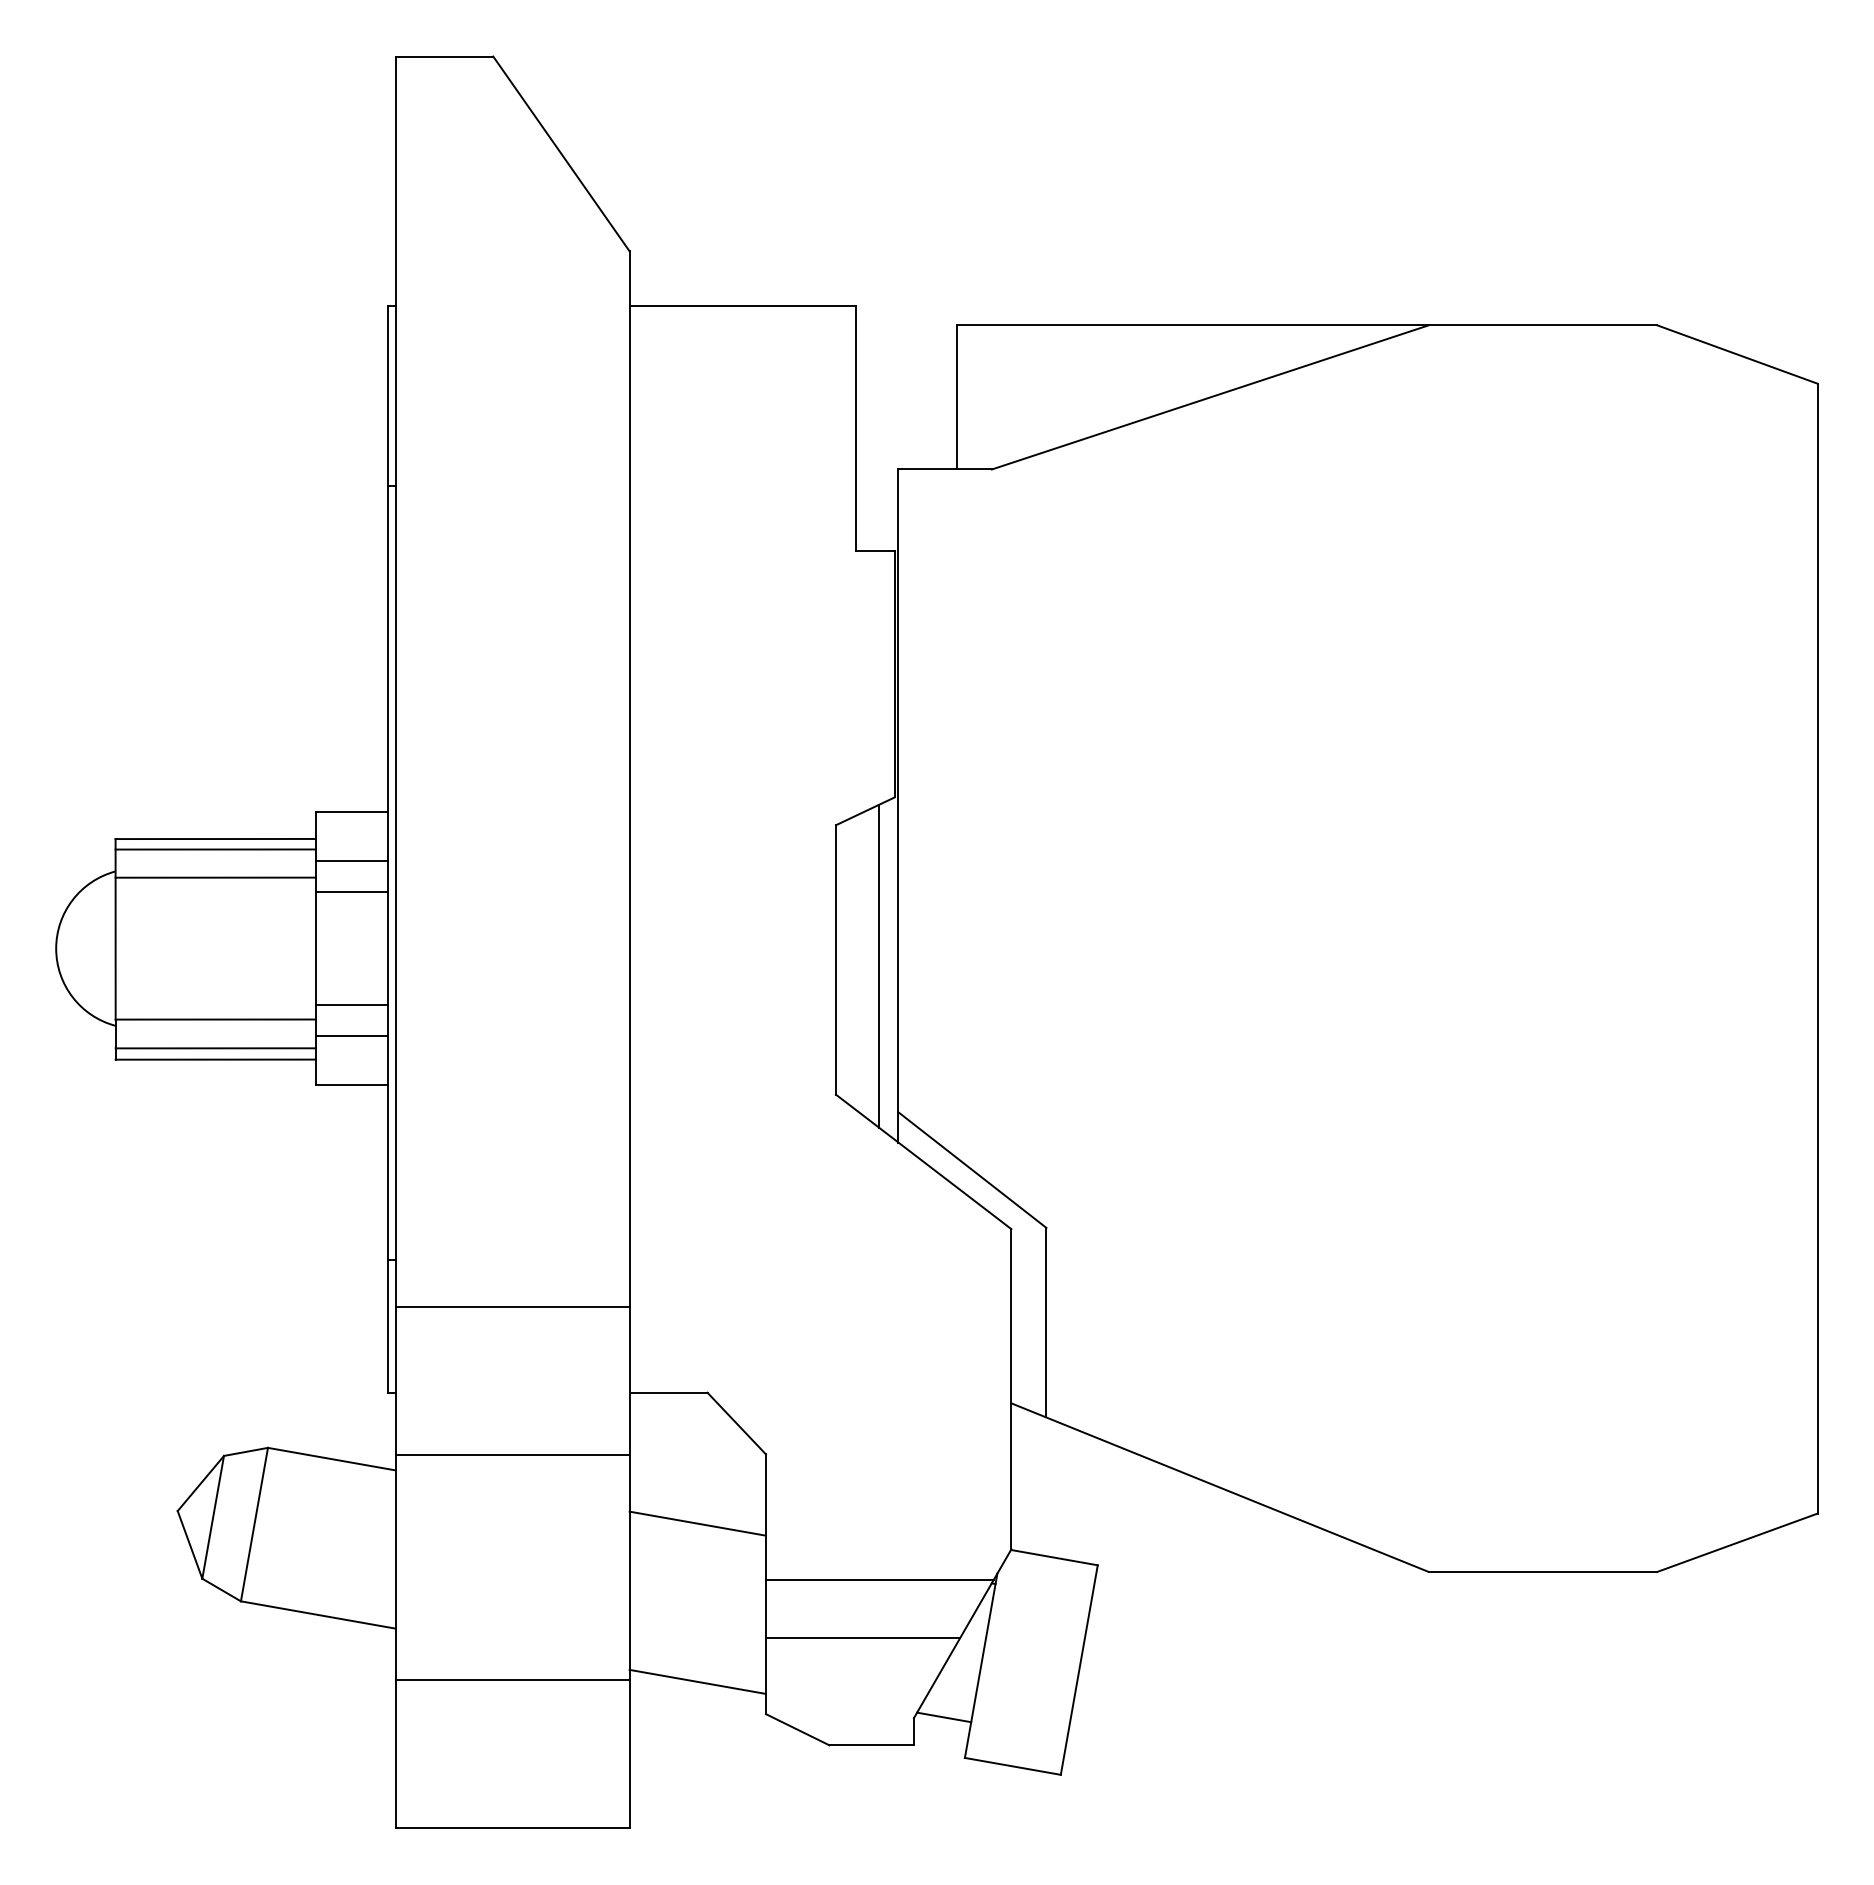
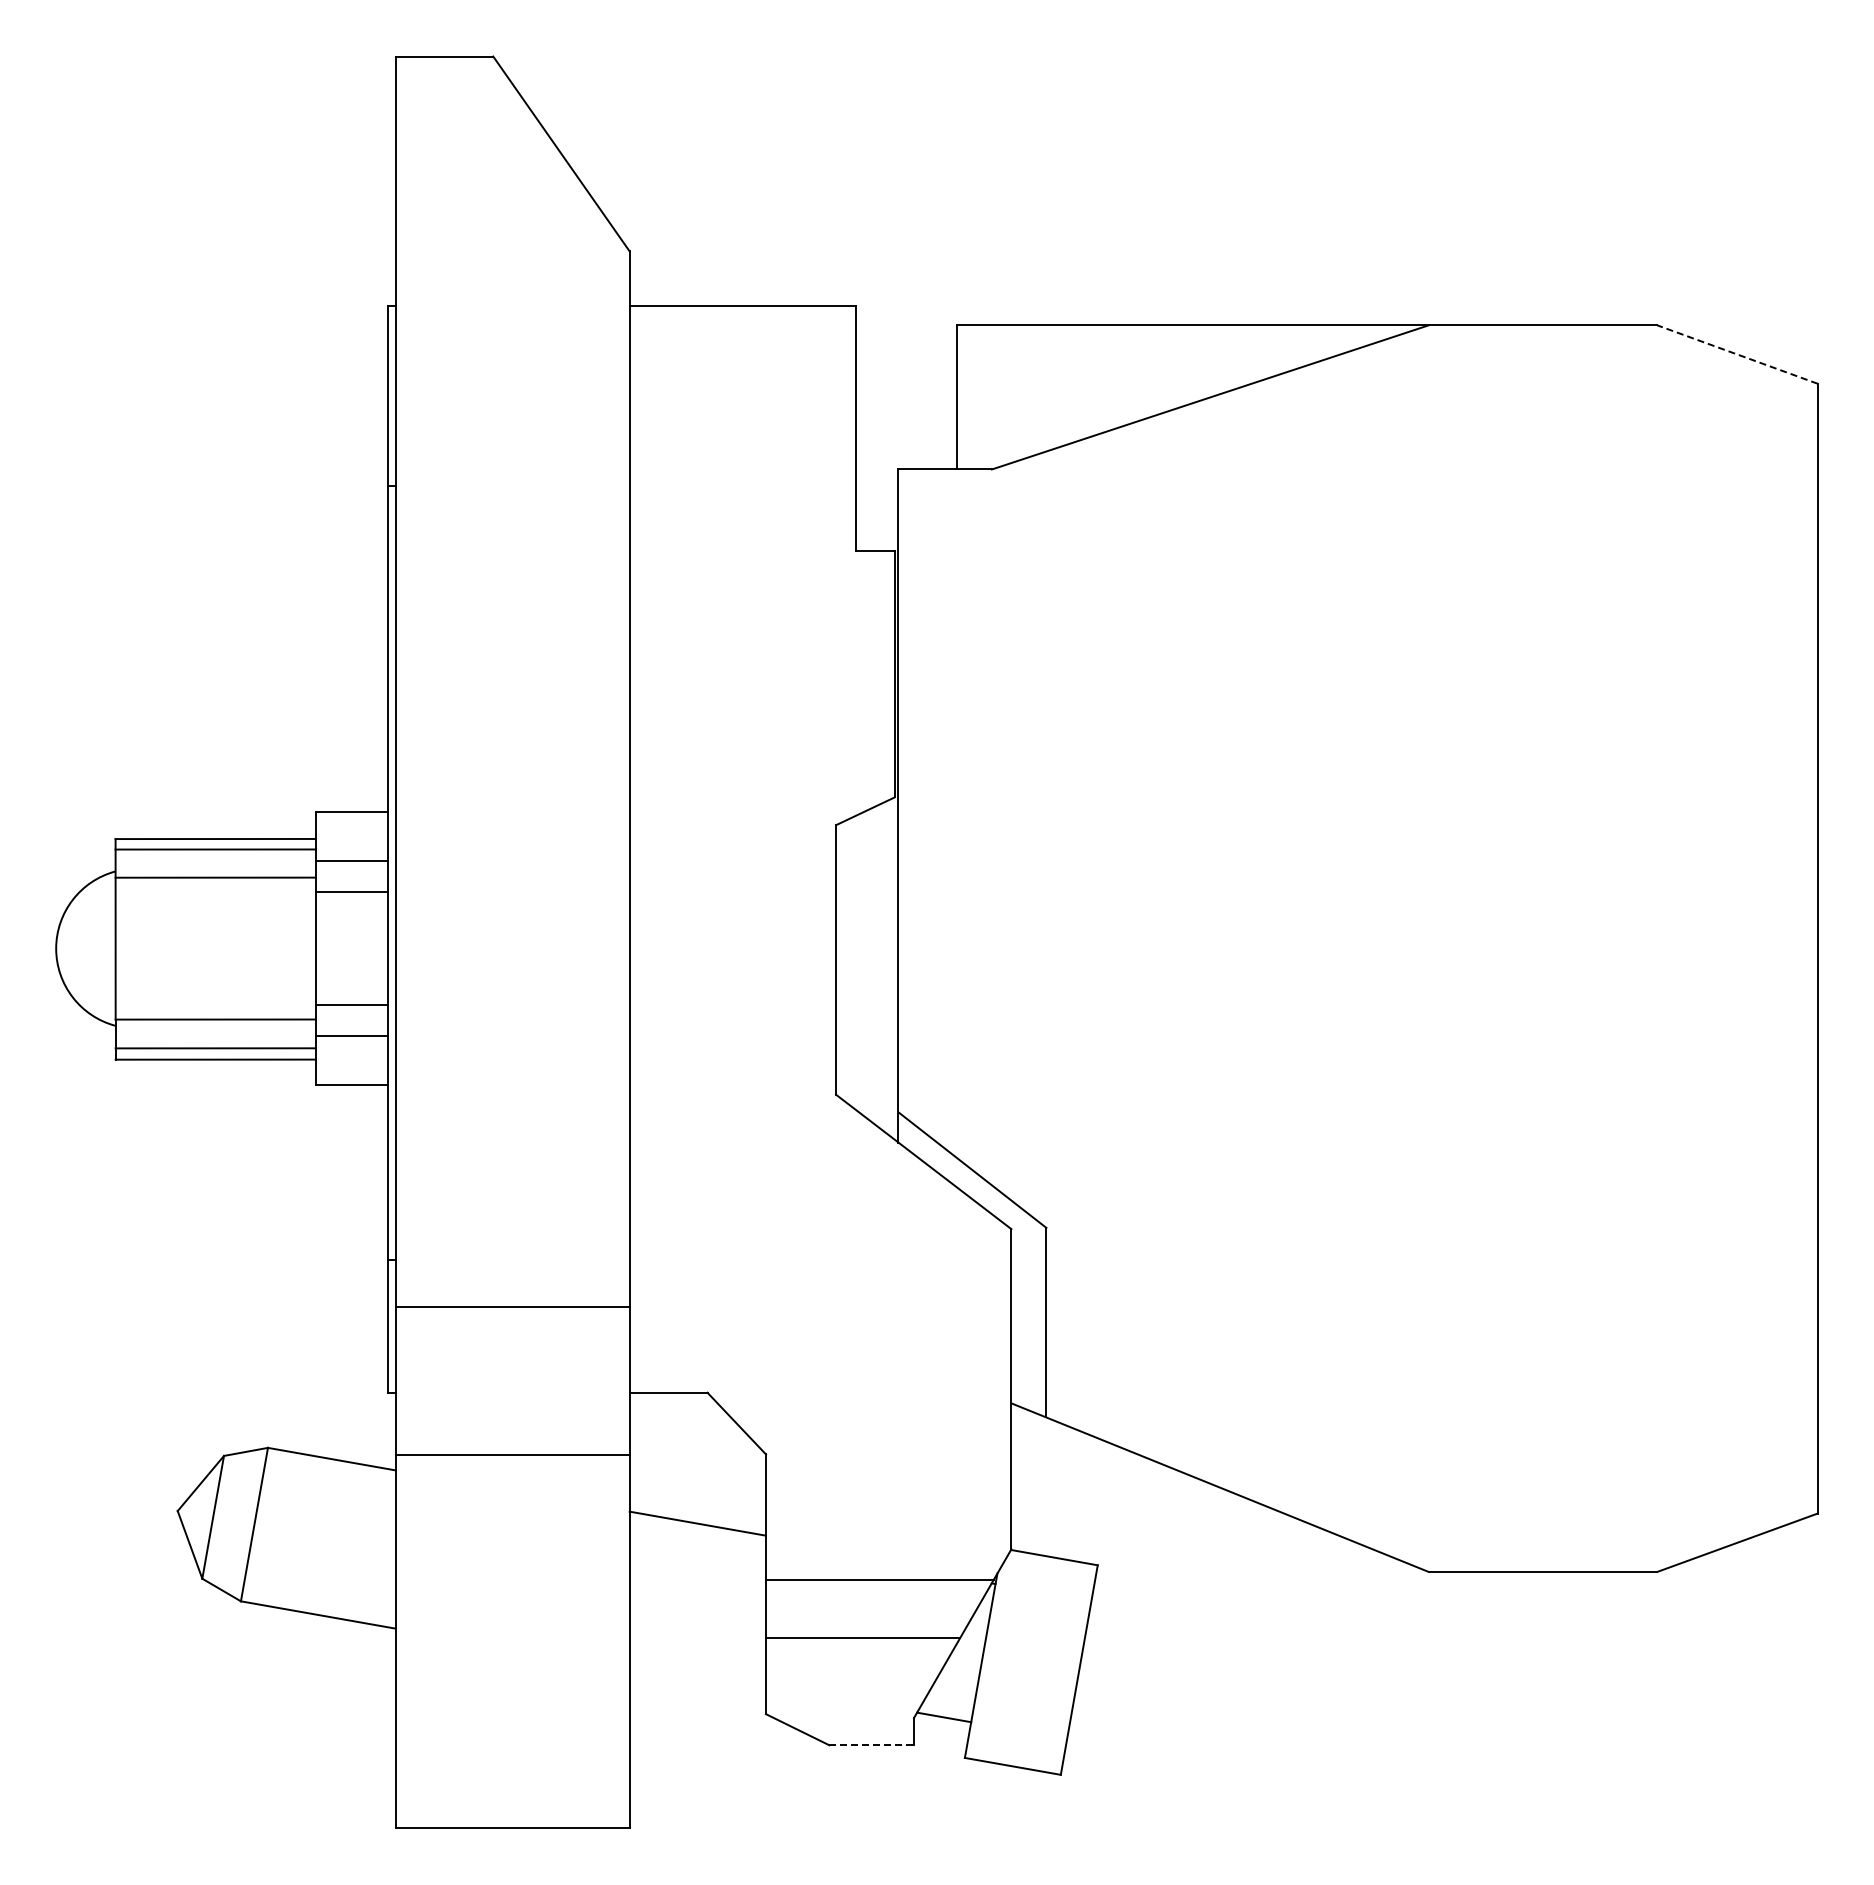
line at (1737, 354): solid -> dashed
line at (878, 965): present -> none
line at (512, 1680): present -> none
line at (697, 1681): present -> none
line at (872, 1745): solid -> dashed
